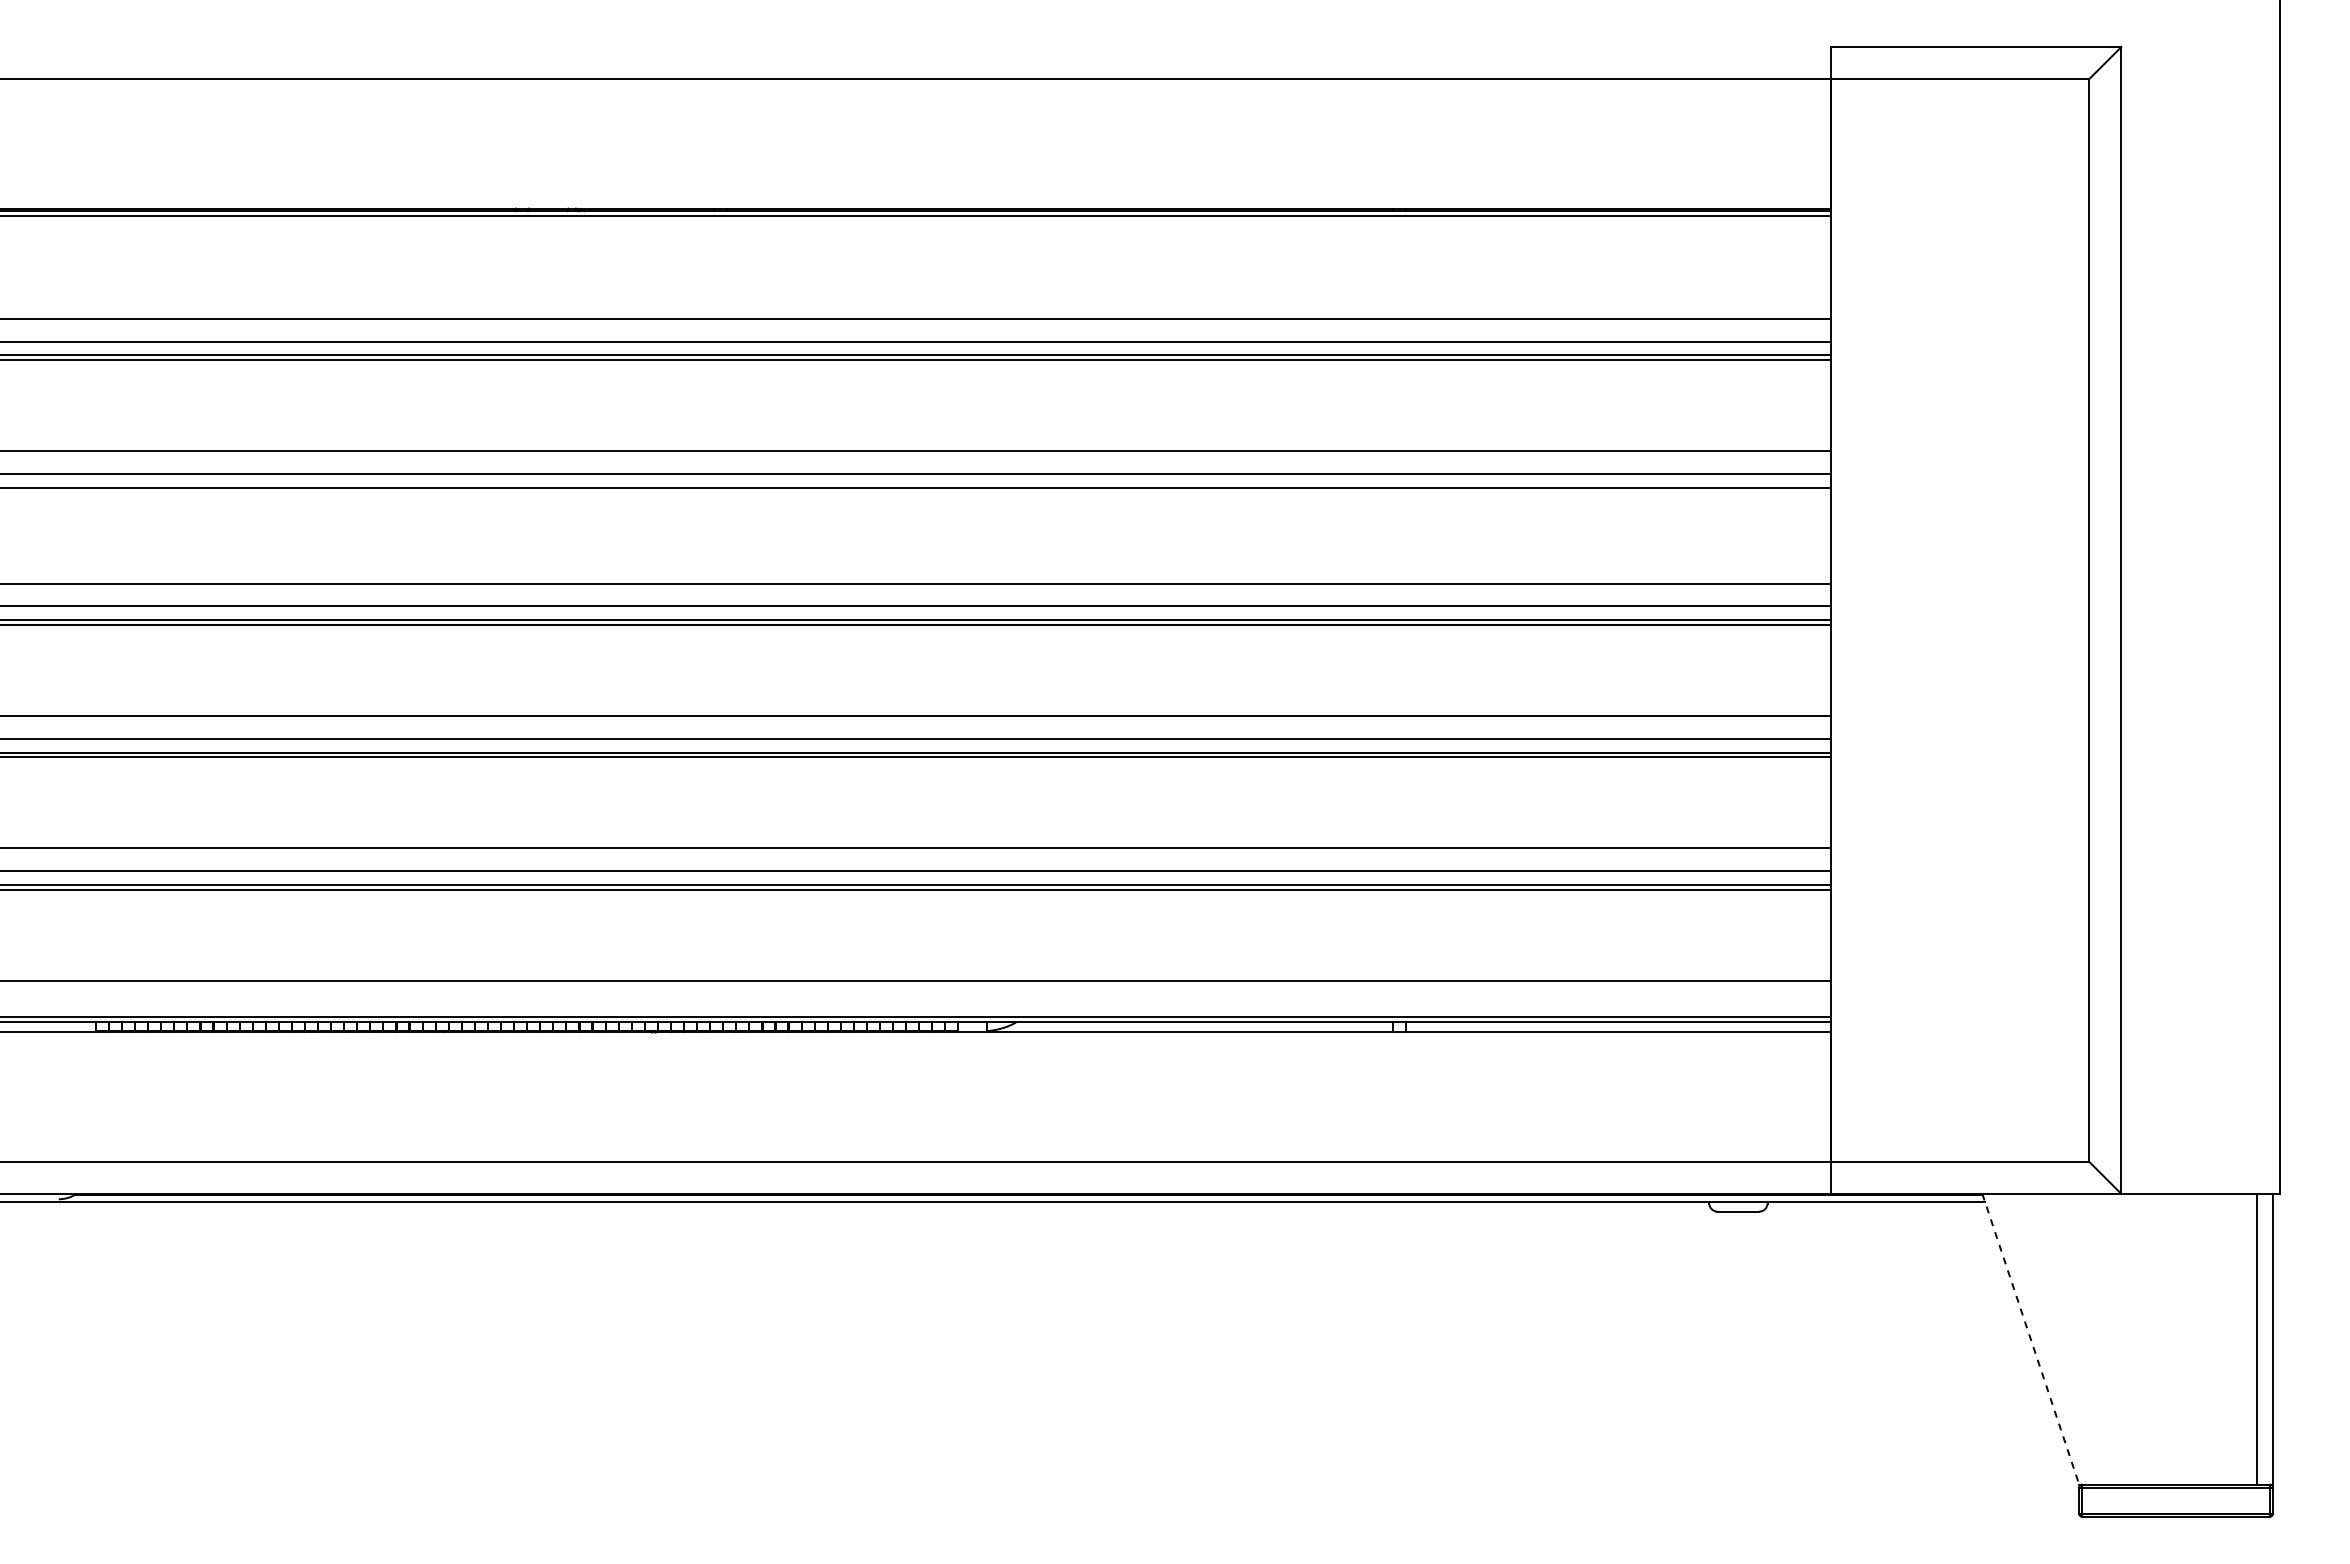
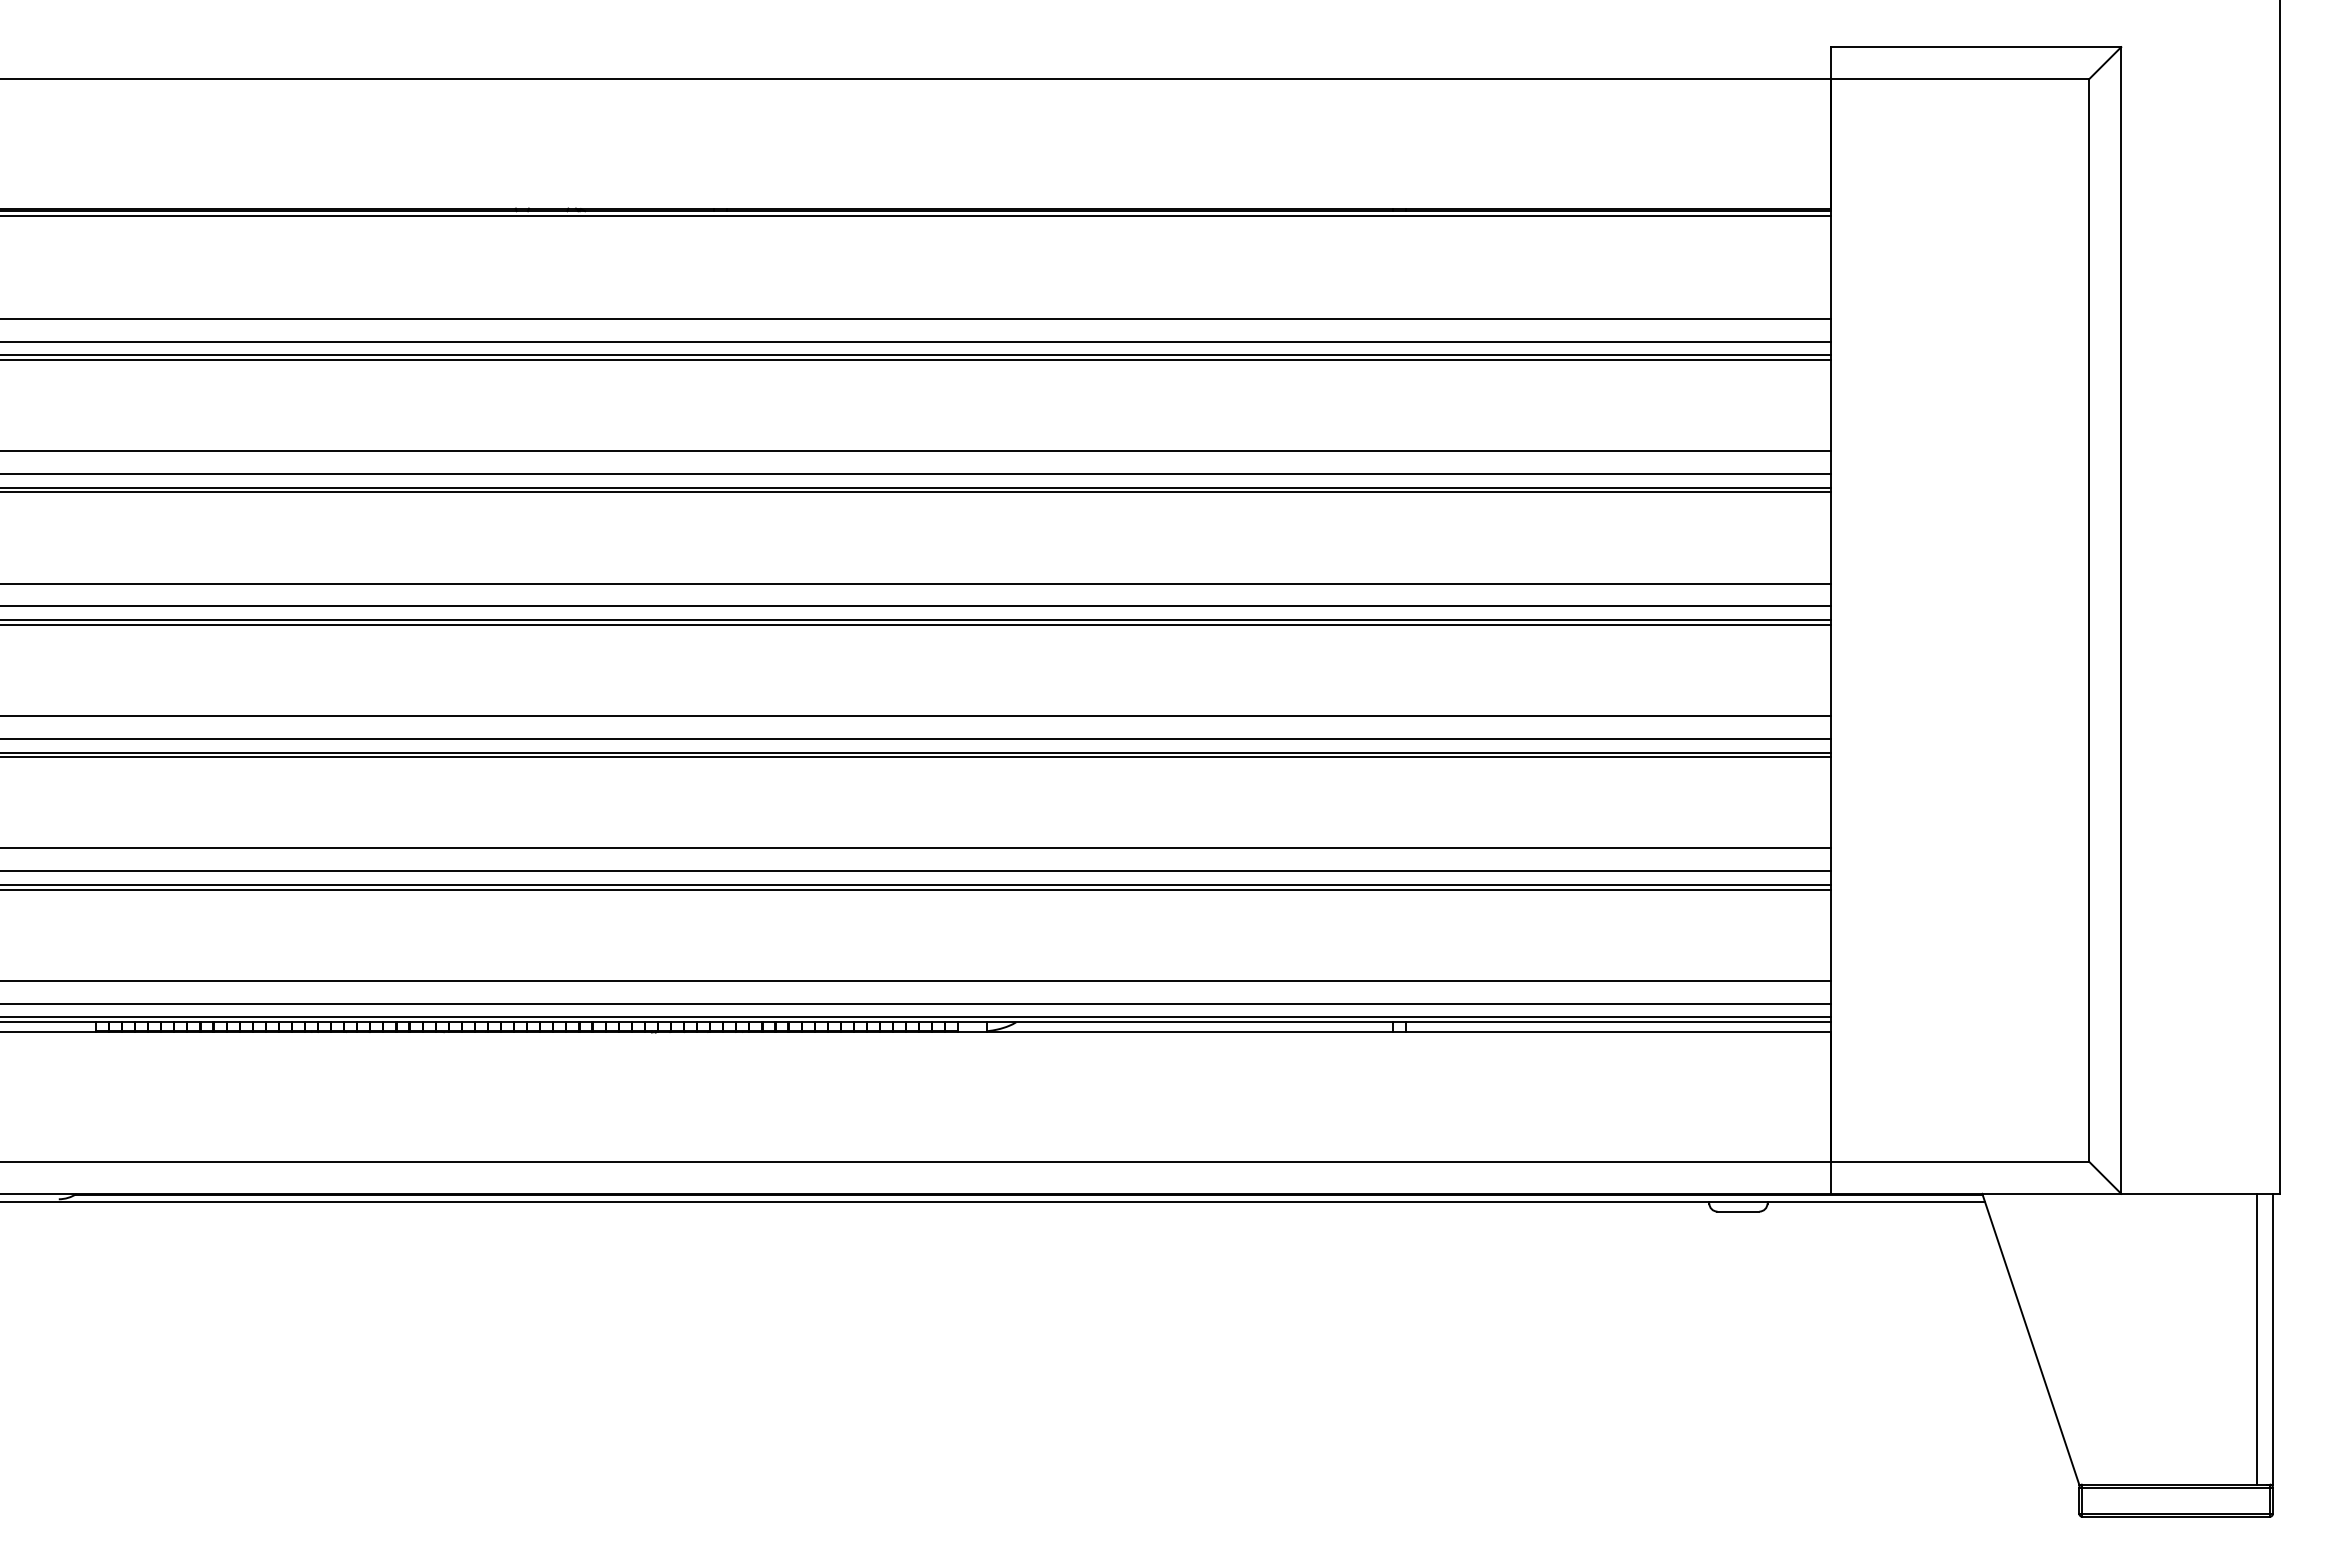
line at (916, 492): none -> present
line at (916, 1003): none -> present
line at (2030, 1339): dashed -> solid
